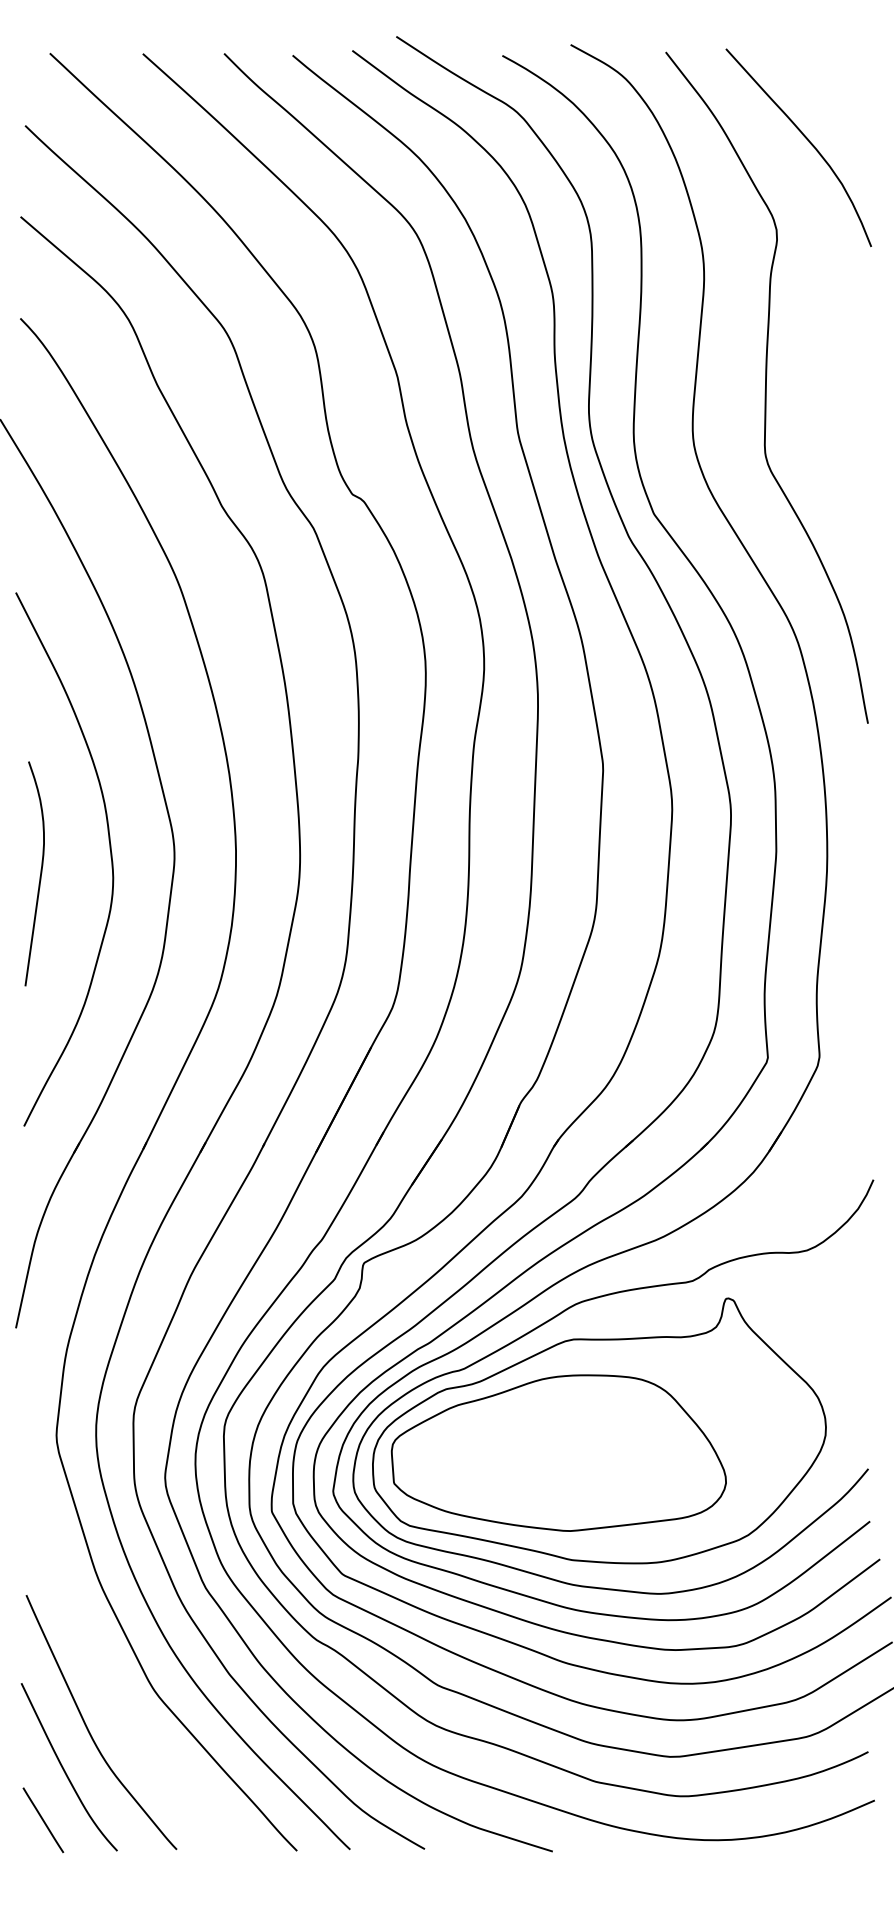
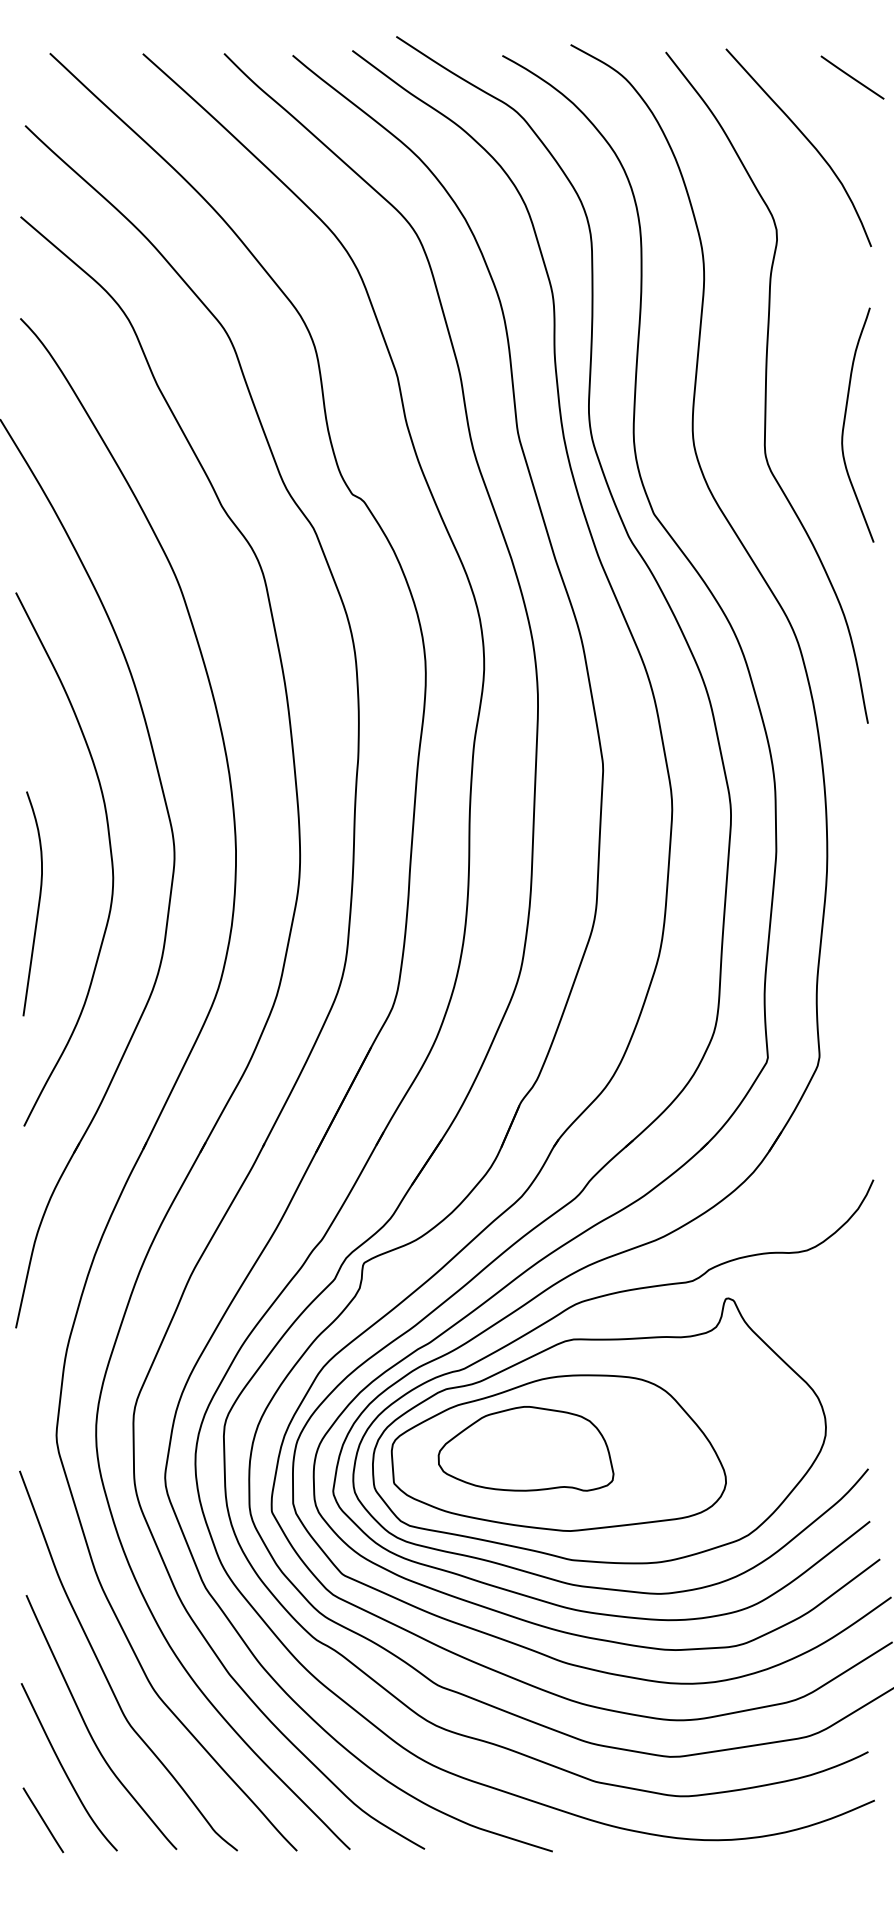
line at (852, 77): none -> present
curve at (845, 421): none -> present
curve at (39, 876) position: (39, 876) -> (37, 906)
part at (525, 1448): none -> present
curve at (104, 1671): none -> present
